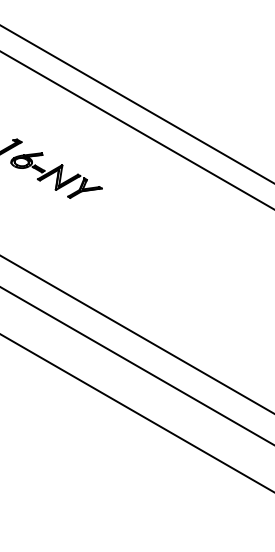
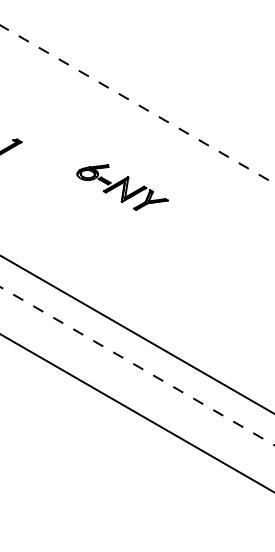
line at (137, 104): solid -> dashed
line at (136, 129): present -> none
part at (56, 175) position: (56, 175) -> (122, 187)
line at (136, 365): solid -> dashed
